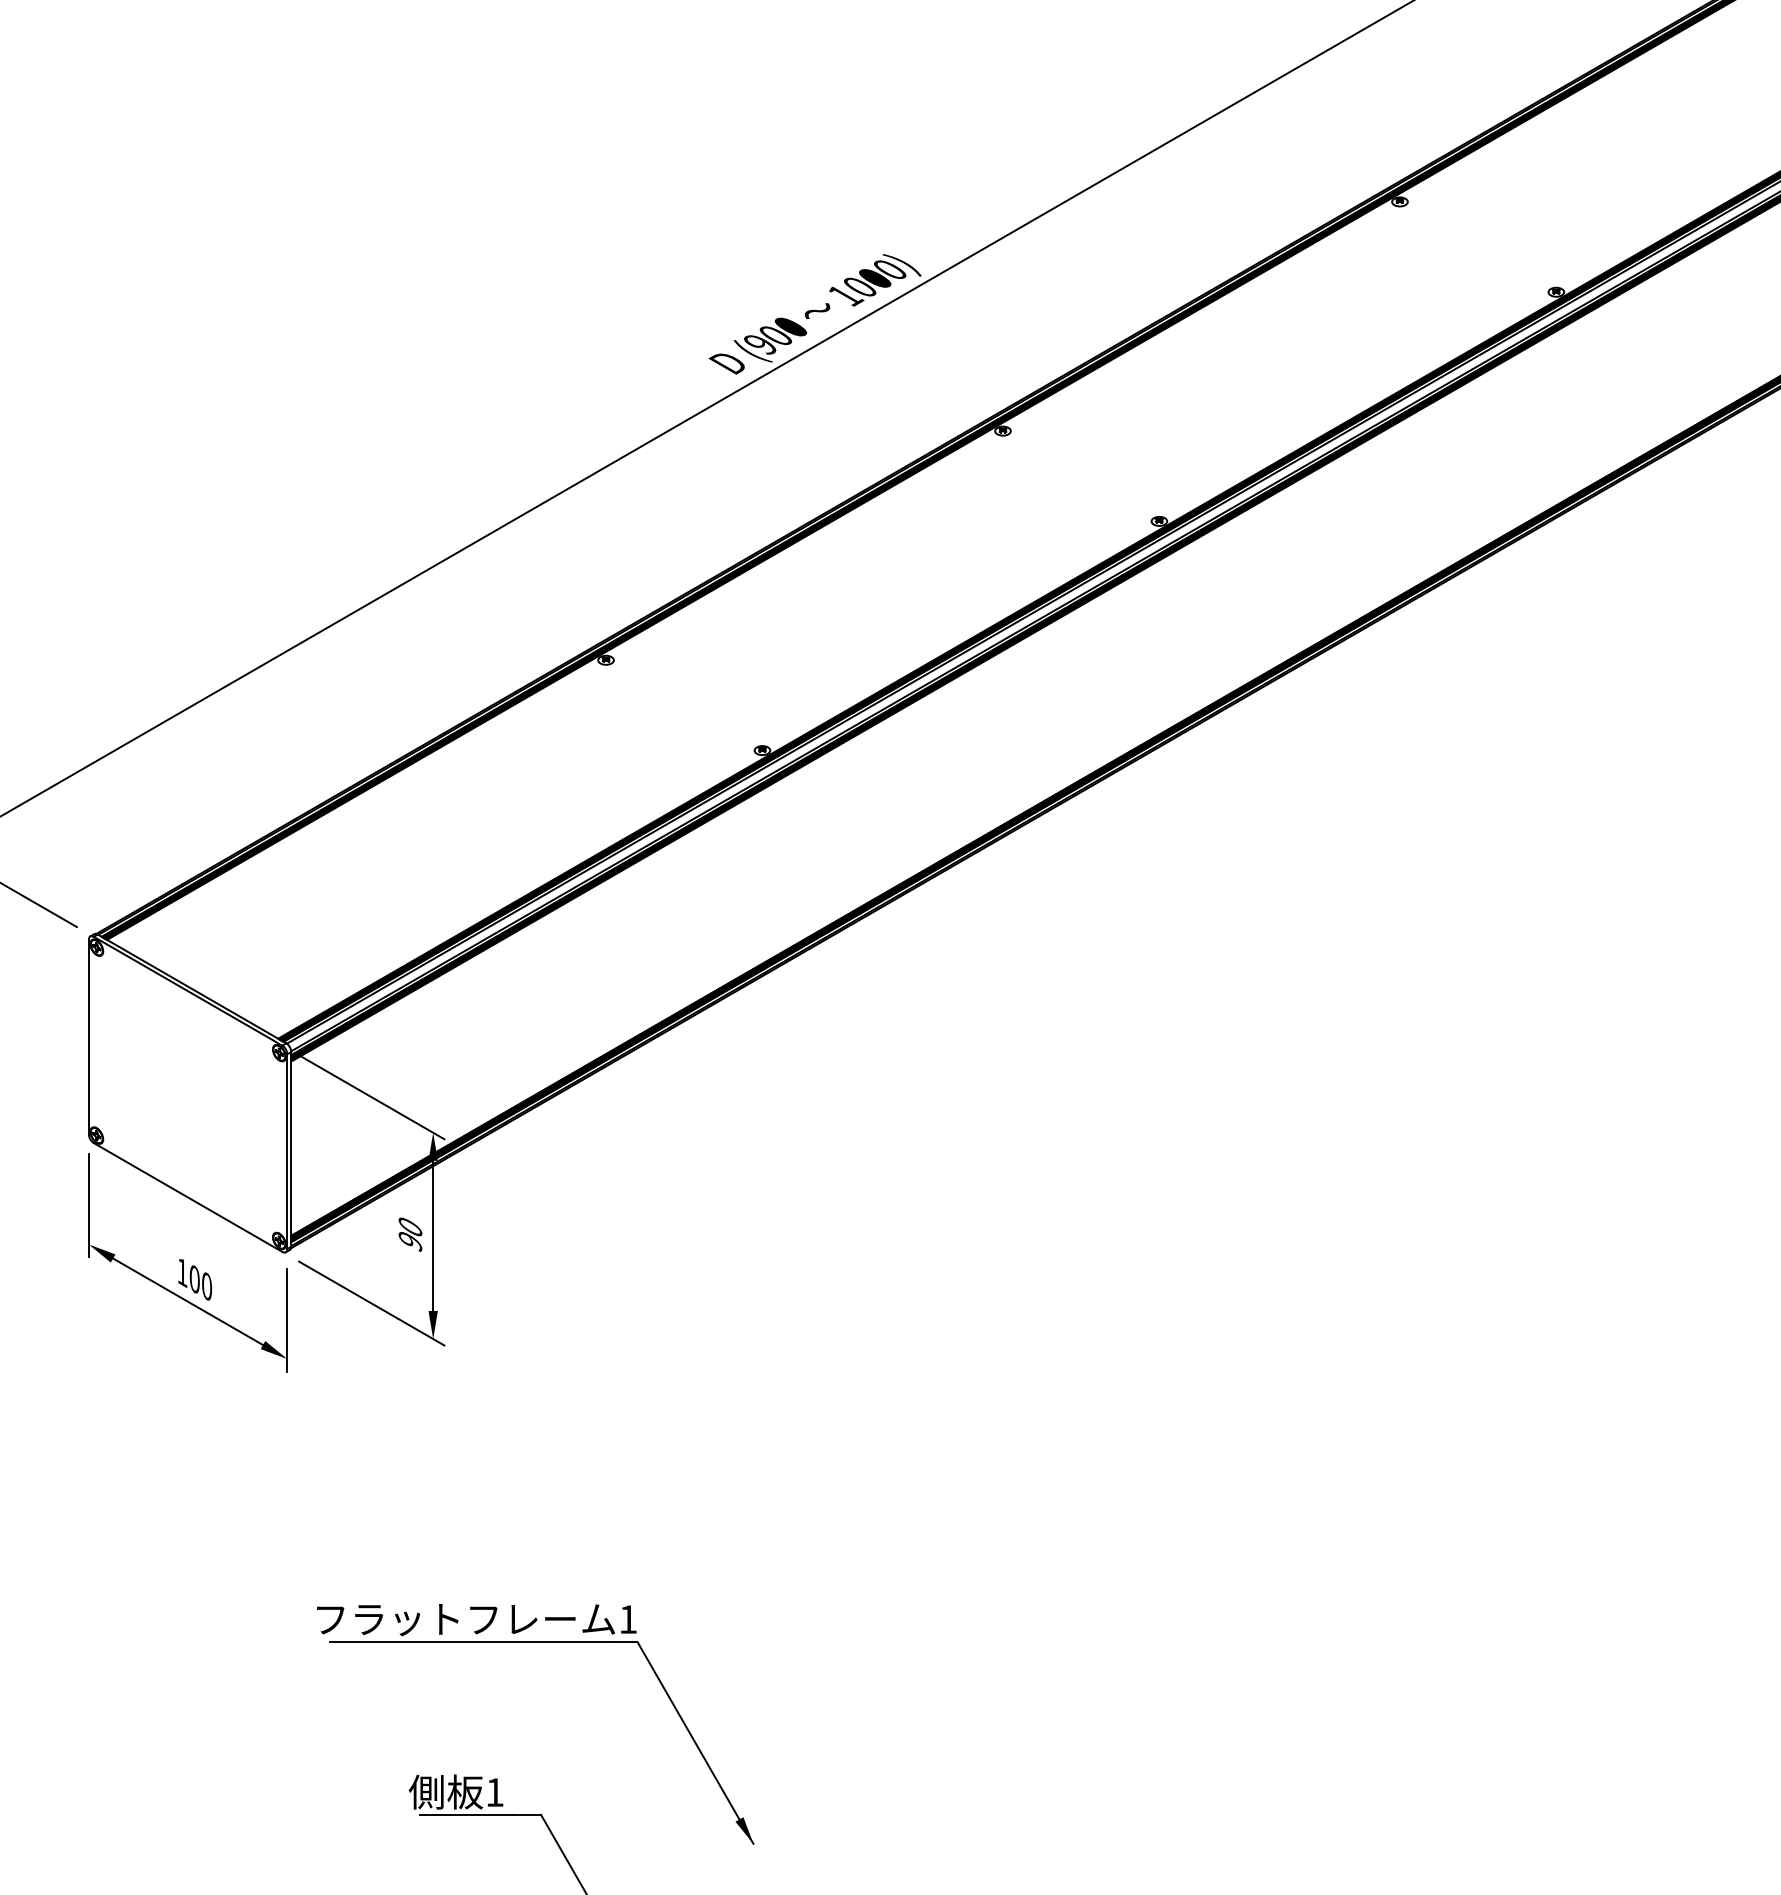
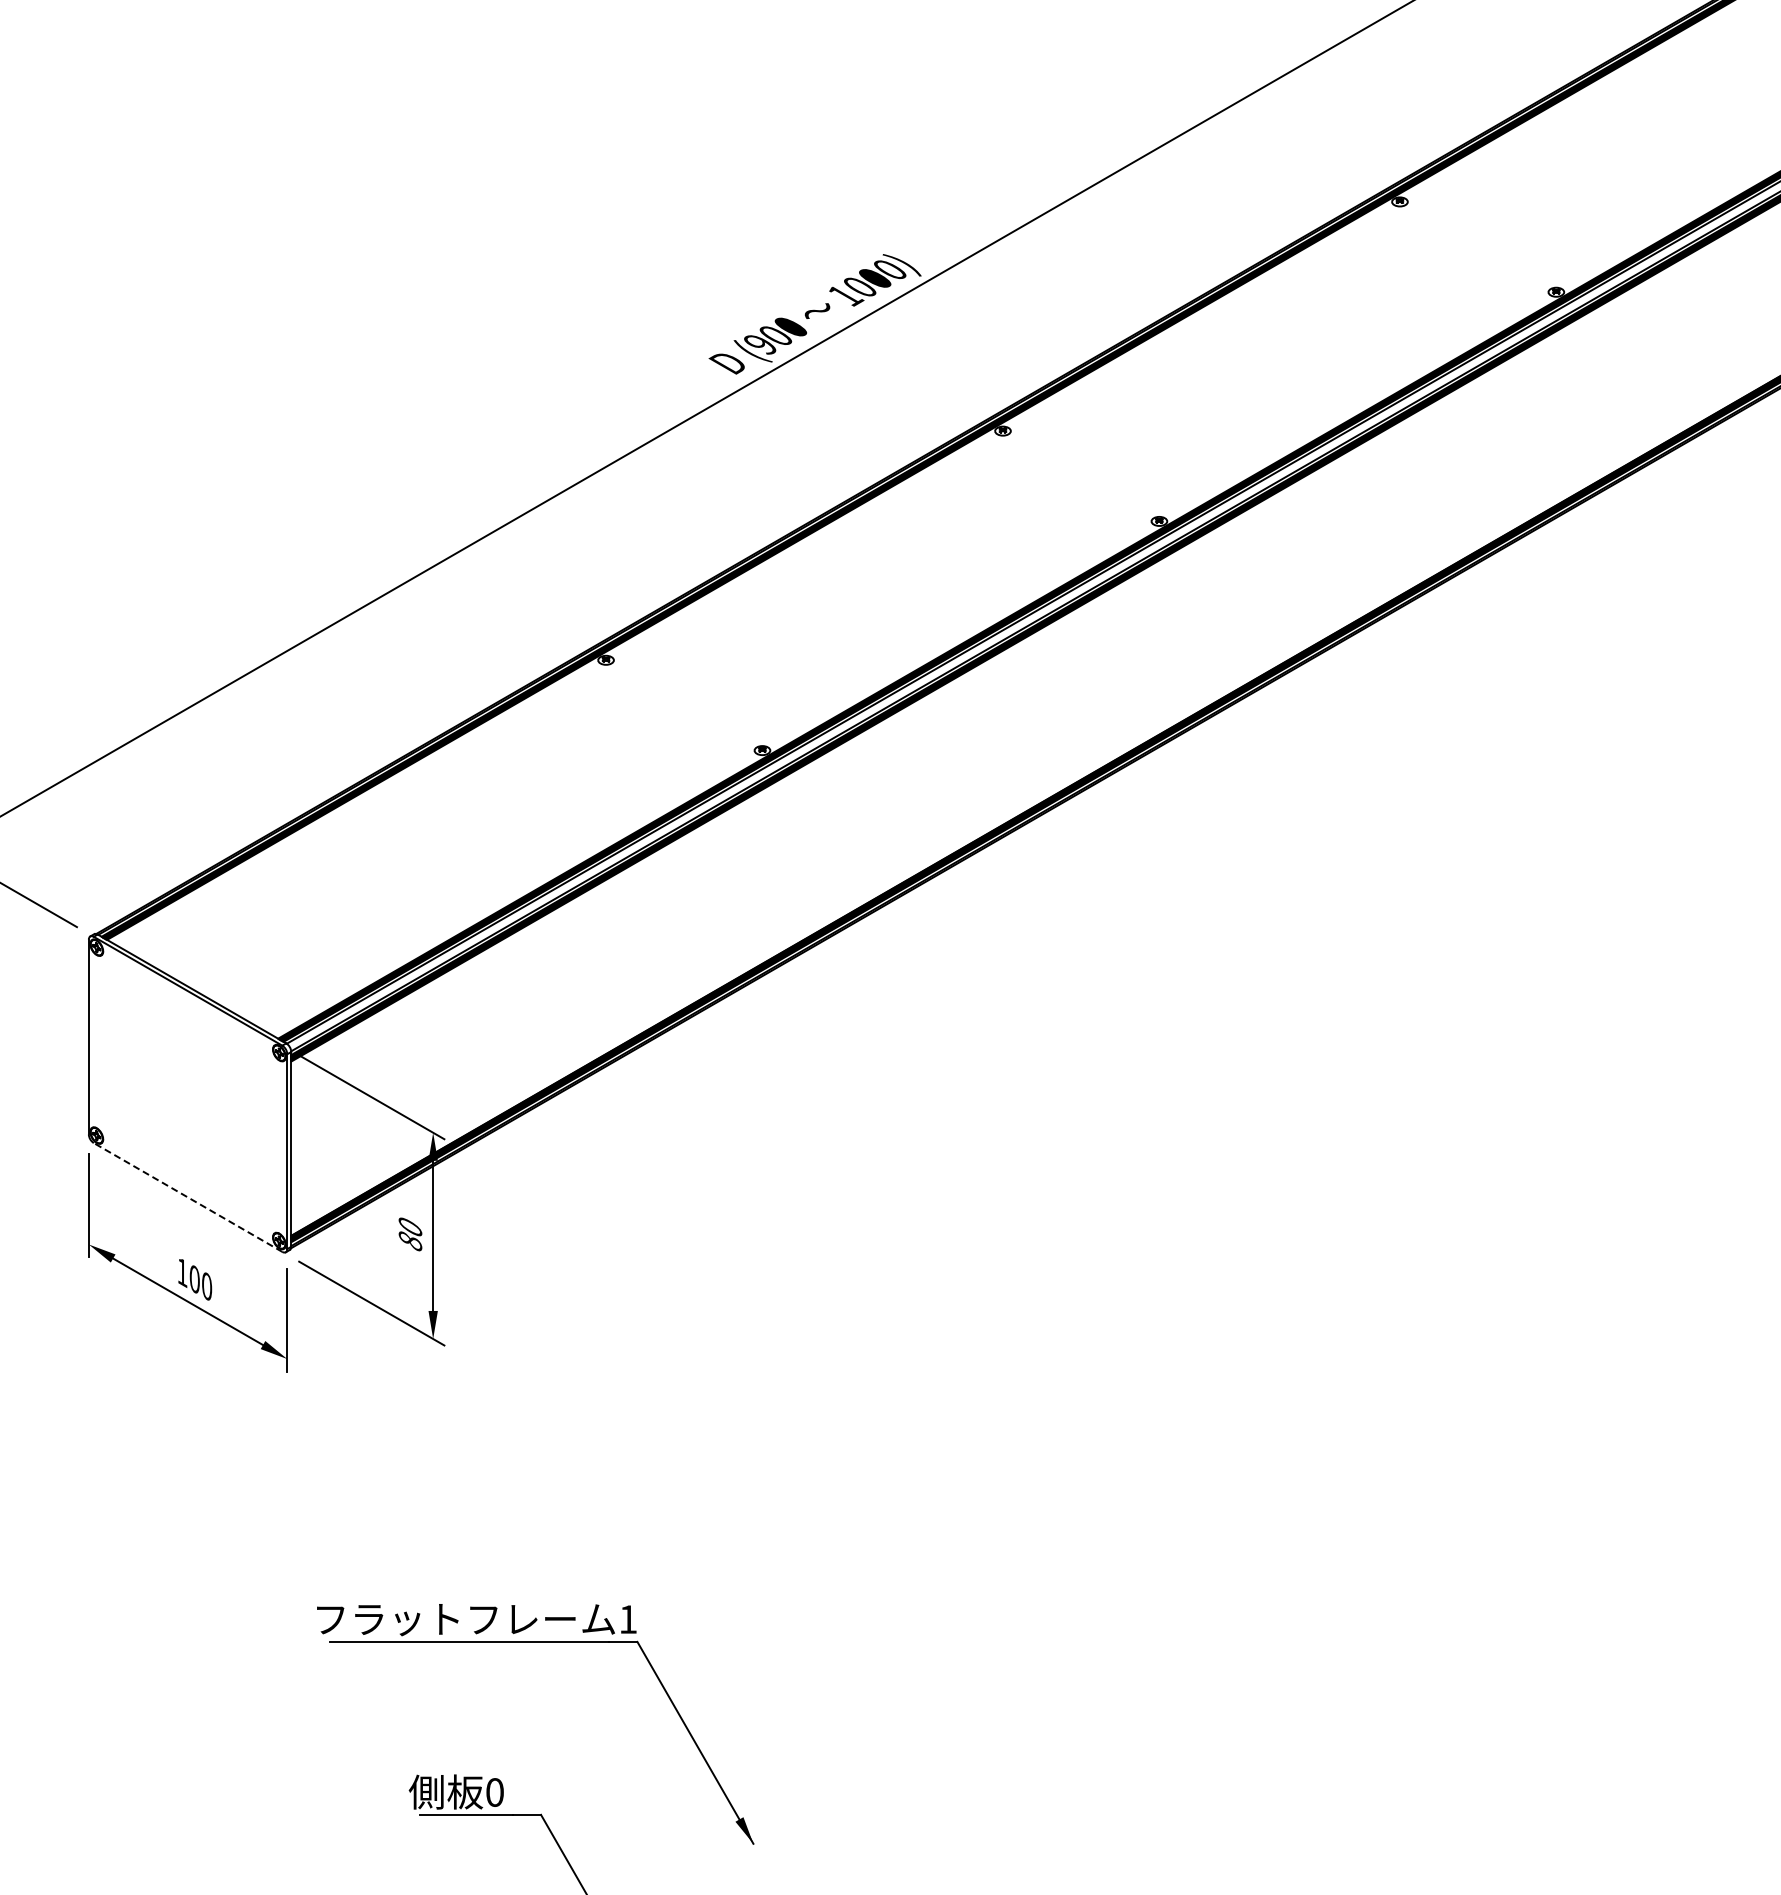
line at (188, 1197): solid -> dashed
text at (410, 1241): 90 -> 80
text at (494, 1792): 1 -> 0
